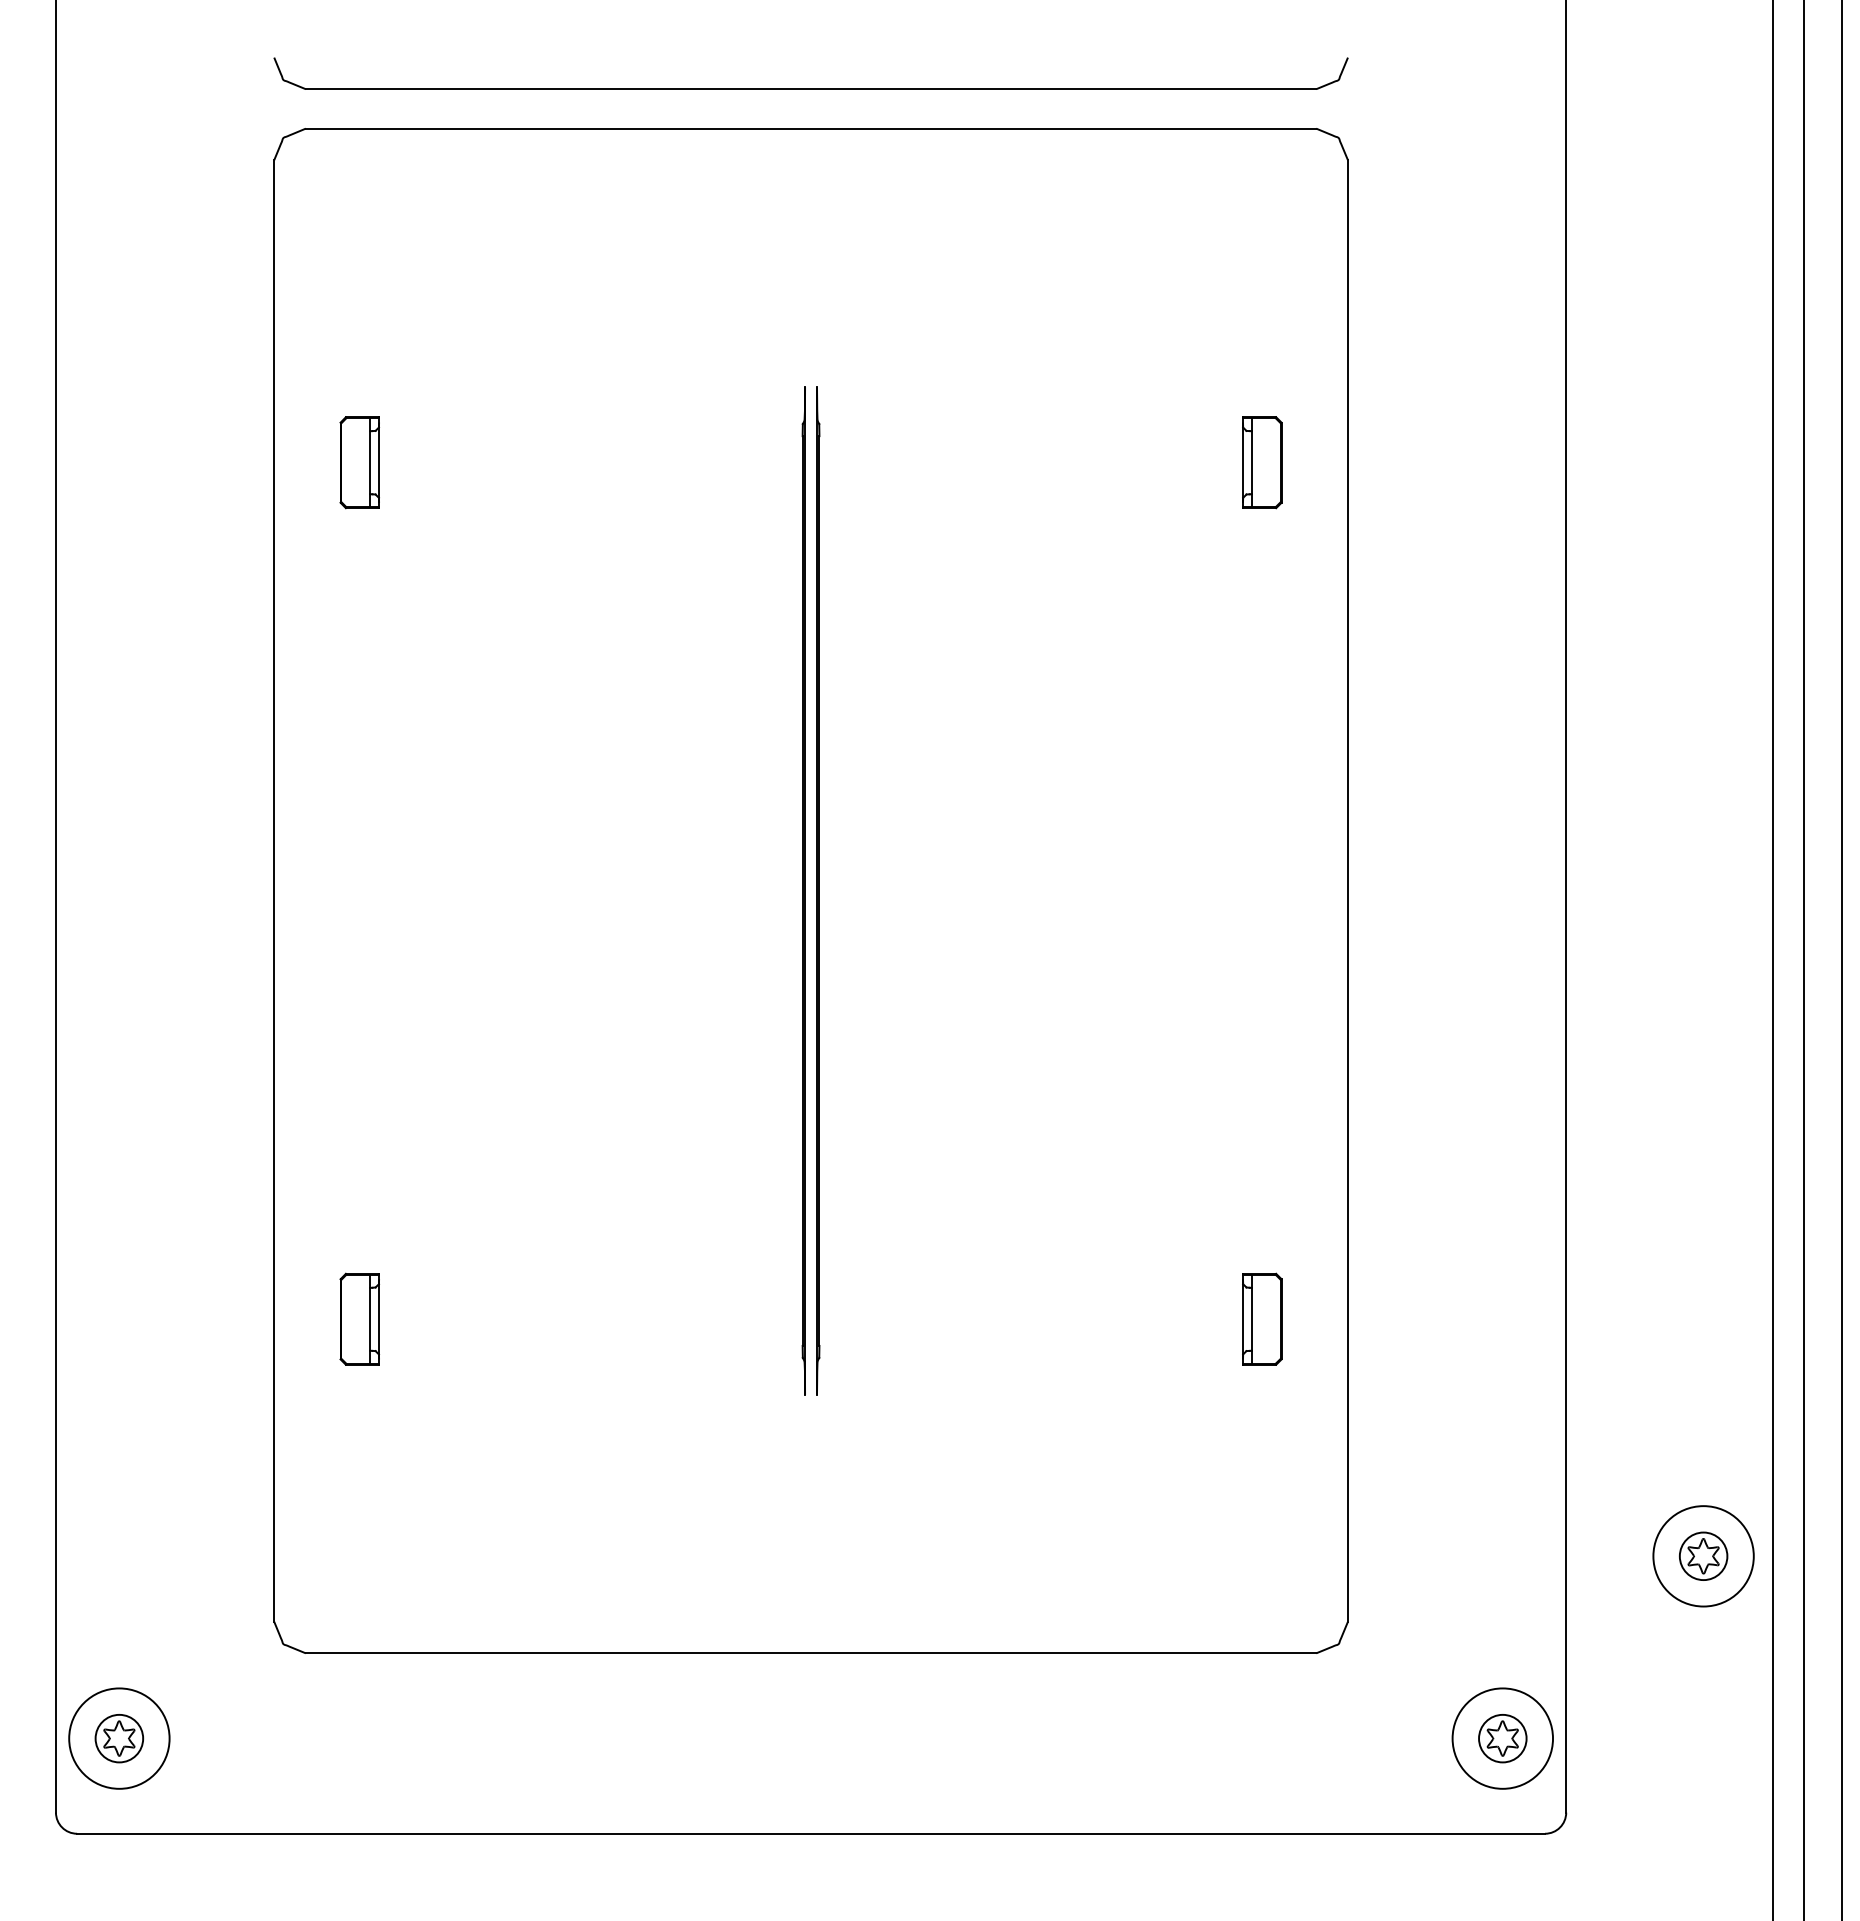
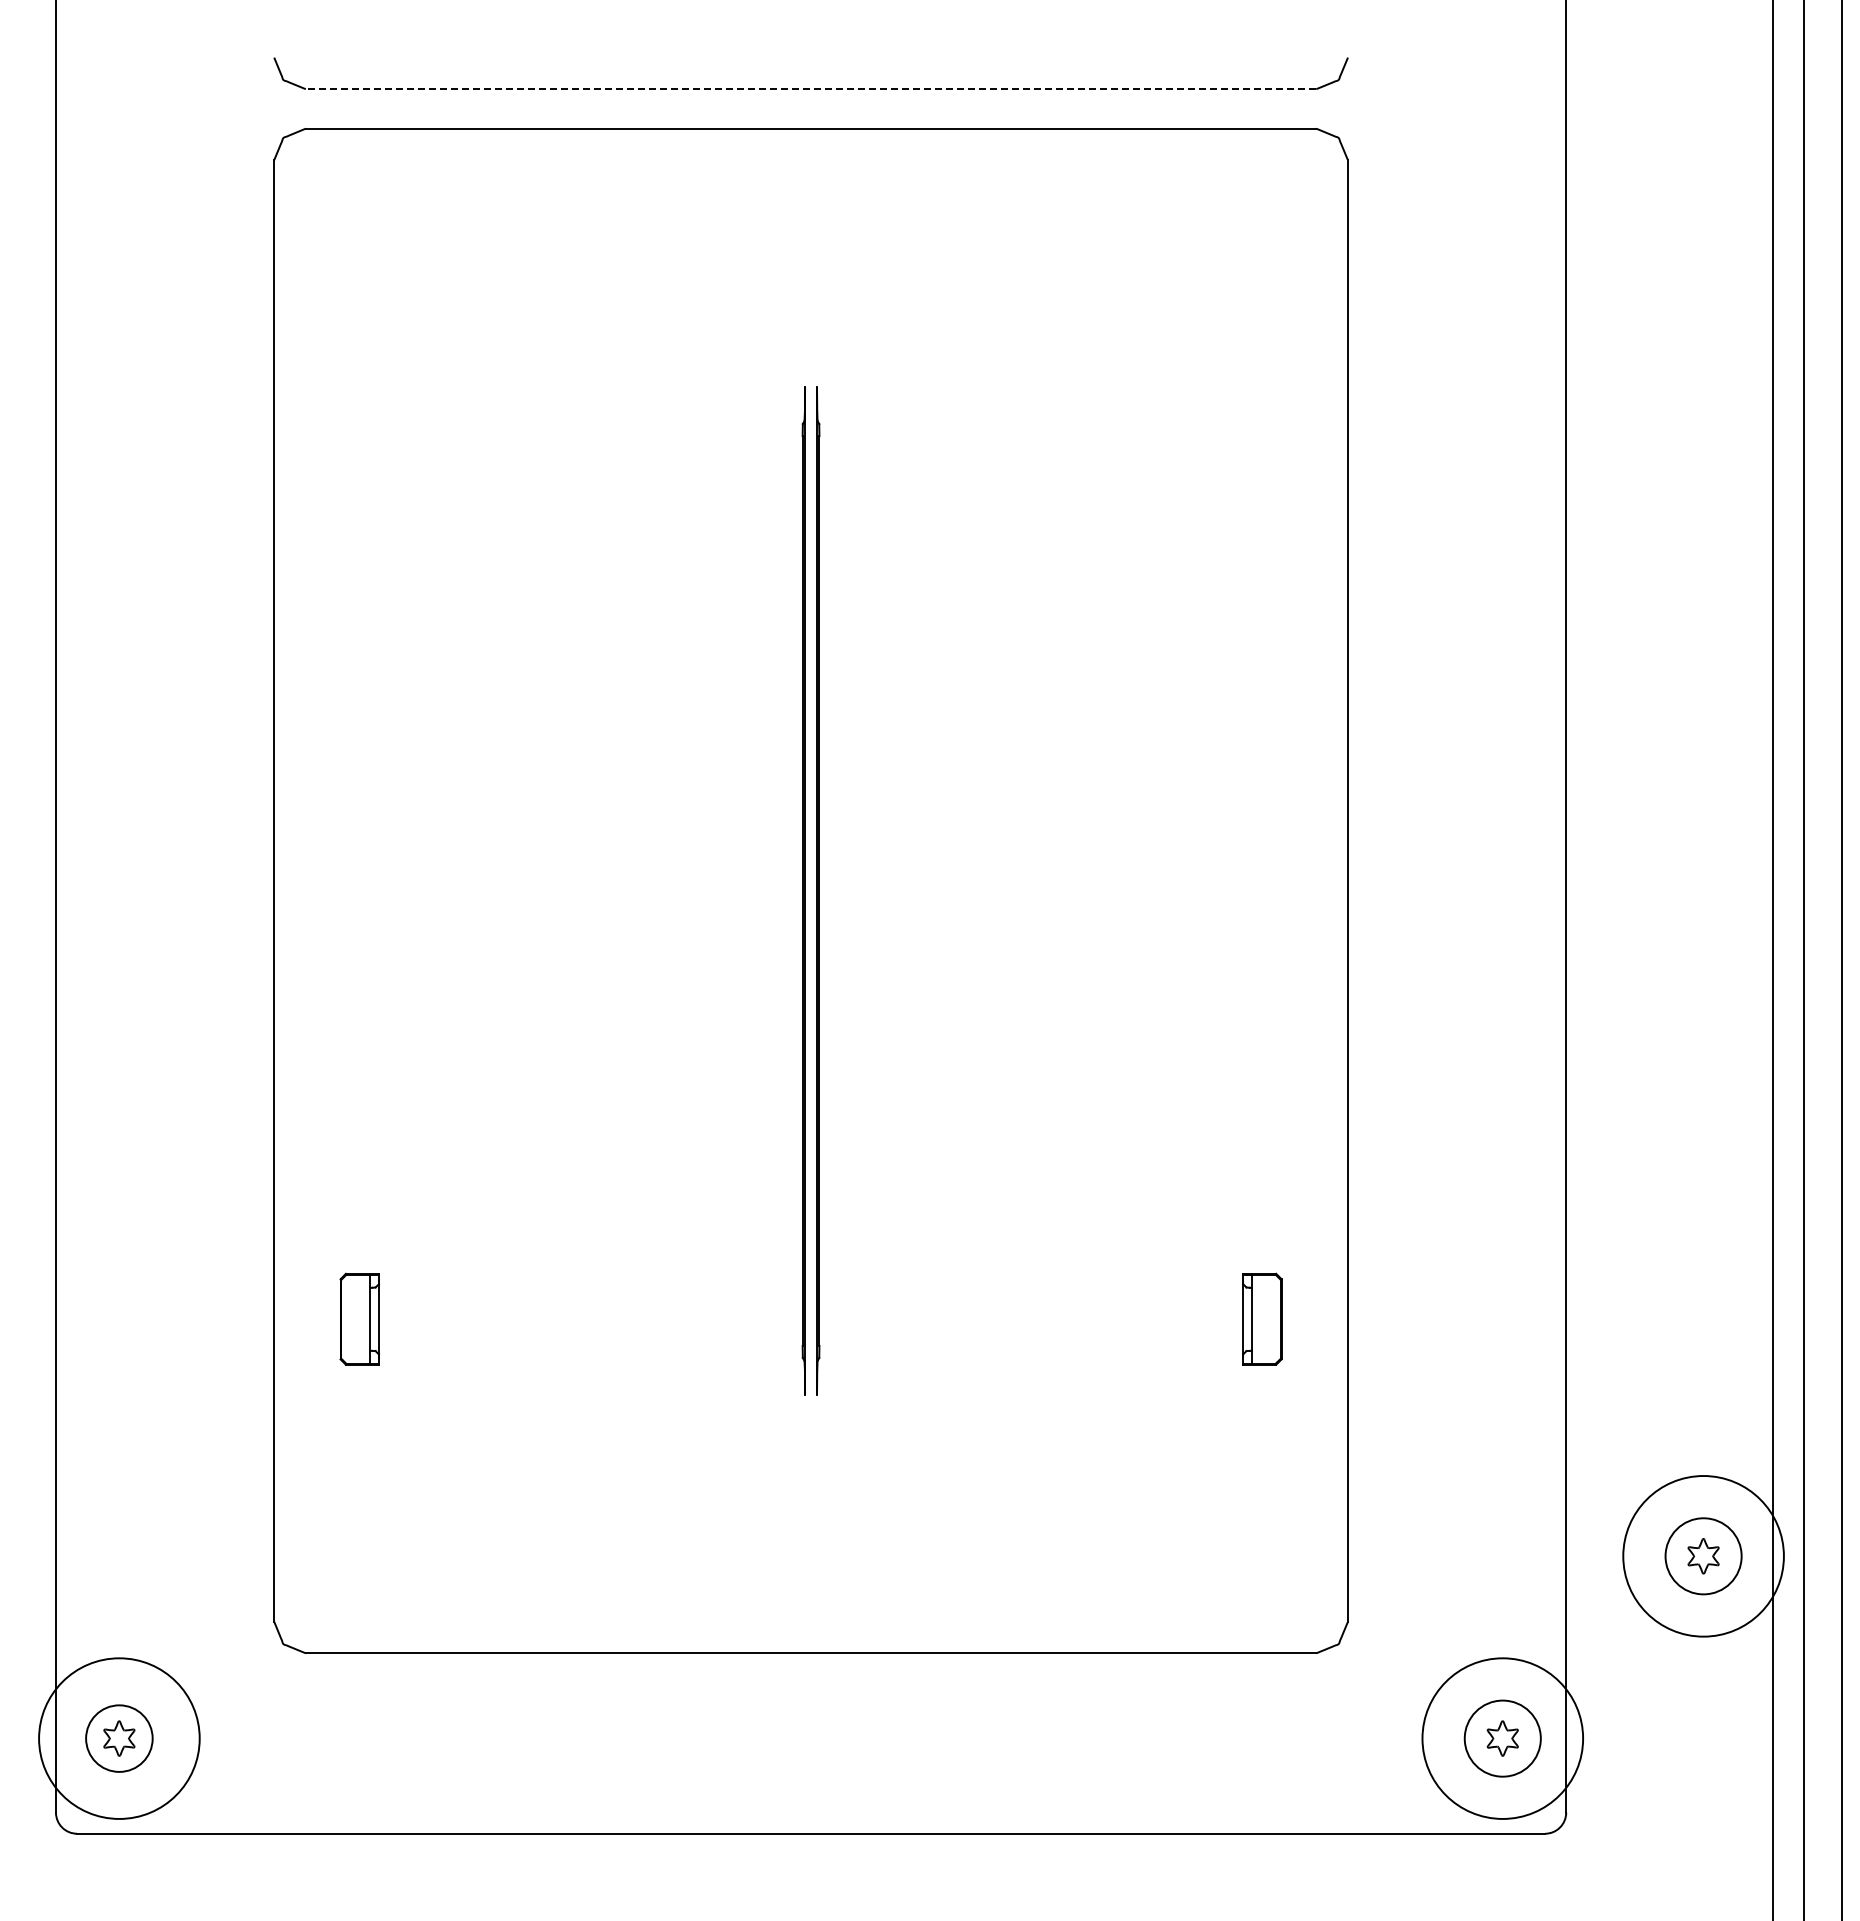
line at (810, 89): solid -> dashed
part at (359, 462): present -> none
part at (1262, 462): present -> none
circle at (1703, 1556) diameter: 100 px -> 161 px
circle at (1703, 1556) diameter: 48 px -> 76 px
circle at (119, 1738) diameter: 100 px -> 161 px
circle at (119, 1738) diameter: 48 px -> 67 px
circle at (1502, 1738) diameter: 100 px -> 161 px
circle at (1502, 1738) diameter: 48 px -> 76 px
